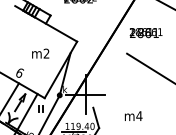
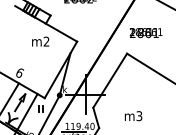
text at (40, 53) position: (40, 53) -> (40, 41)
line at (110, 80): none -> present
text at (139, 116): m4 -> m3
